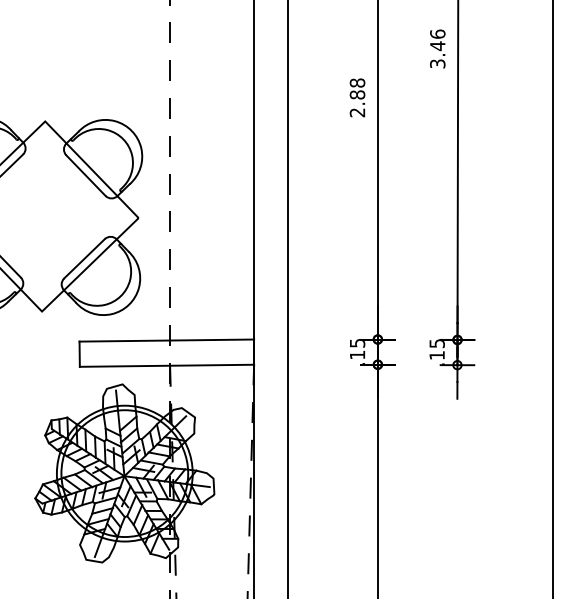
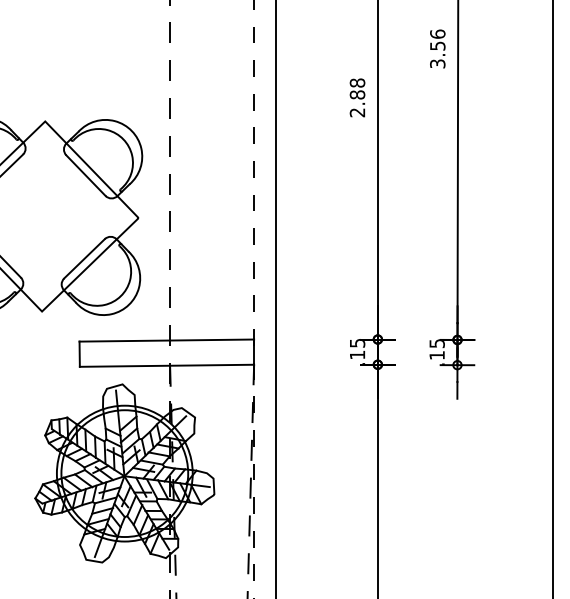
text at (437, 46): 3.46 -> 3.56
line at (287, 298) position: (287, 298) -> (275, 298)
line at (254, 299): solid -> dashed
